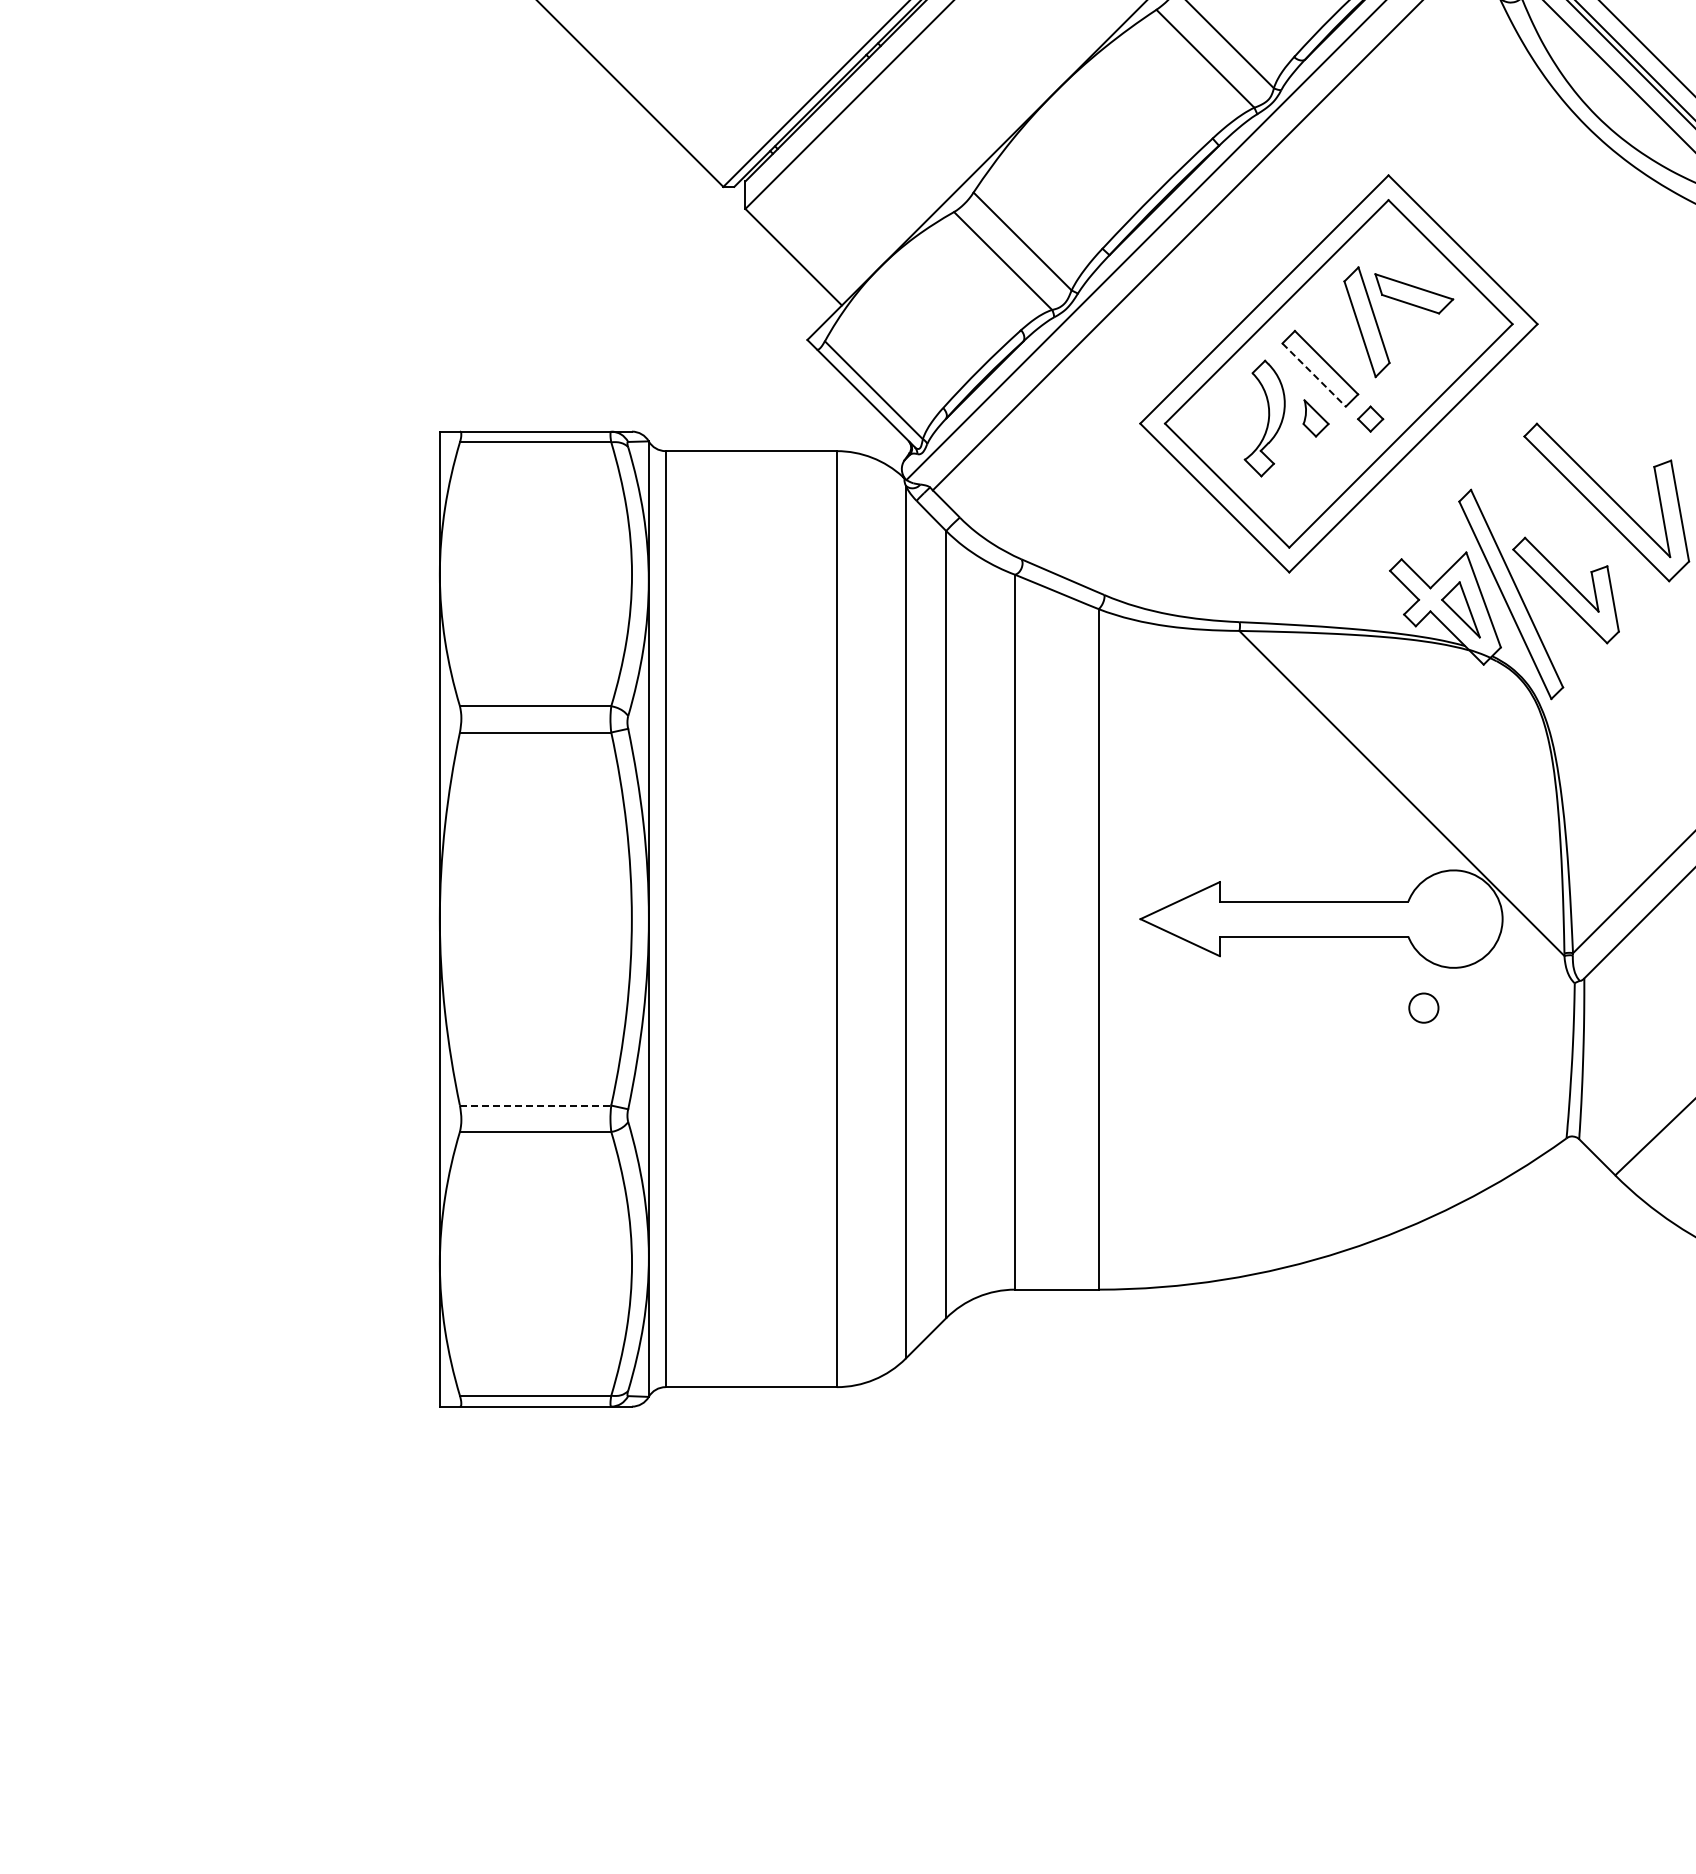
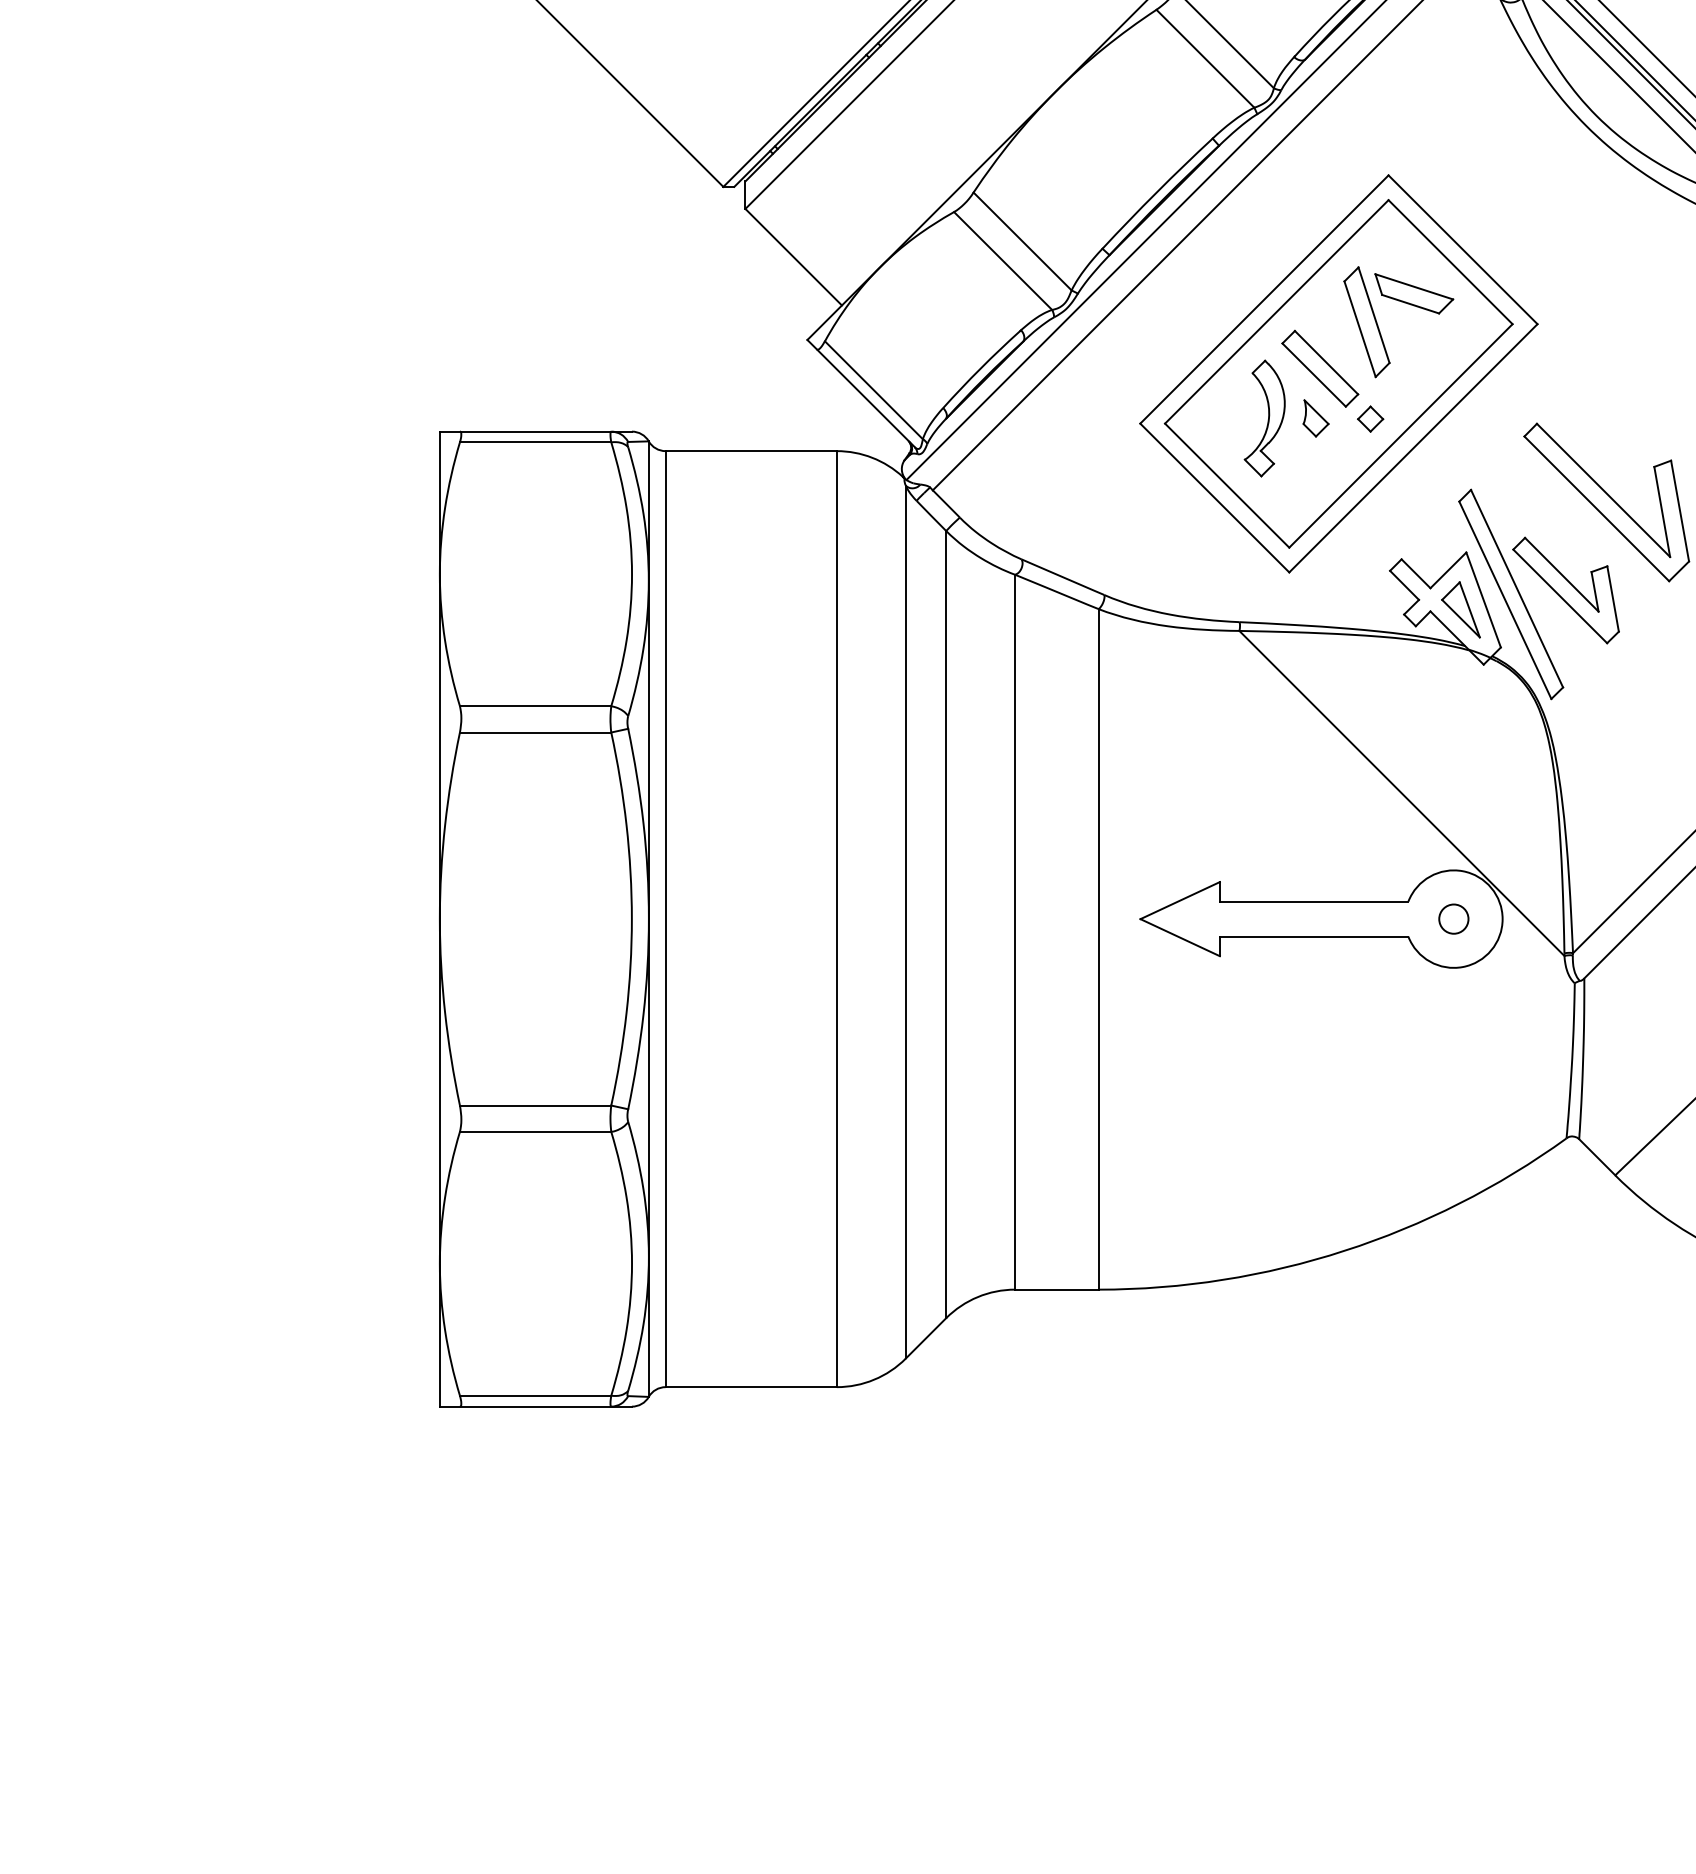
line at (1314, 375): dashed -> solid
circle at (1423, 1007) position: (1423, 1007) -> (1453, 918)
line at (535, 1105): dashed -> solid
